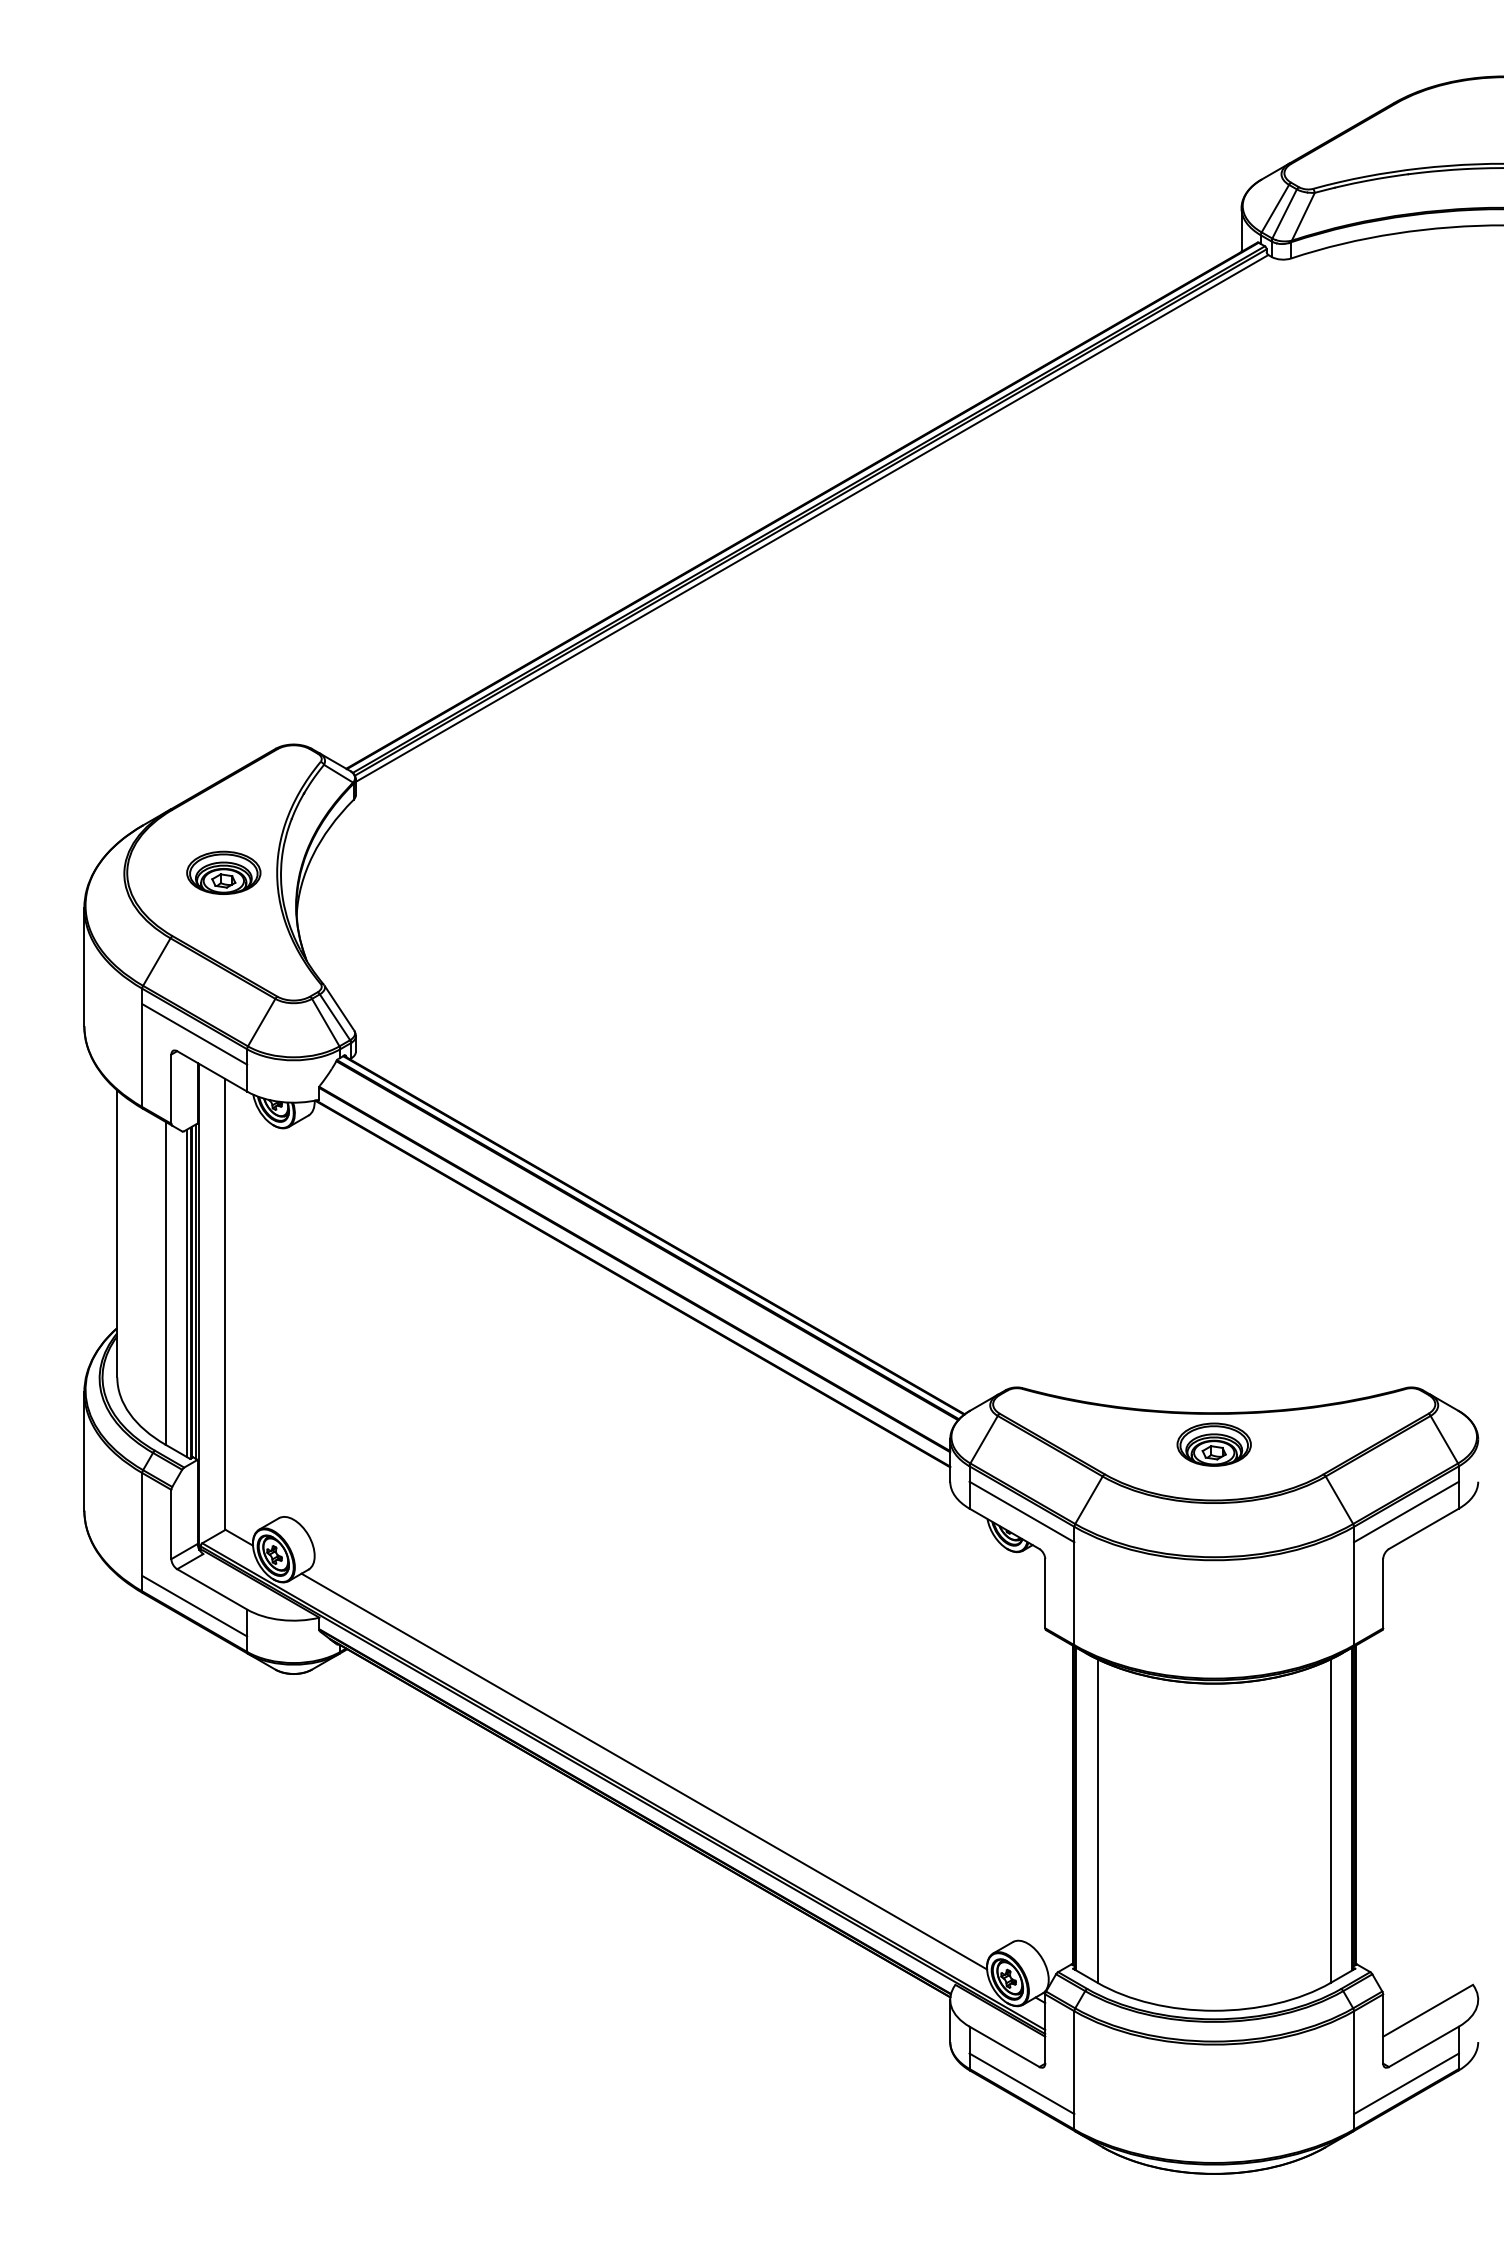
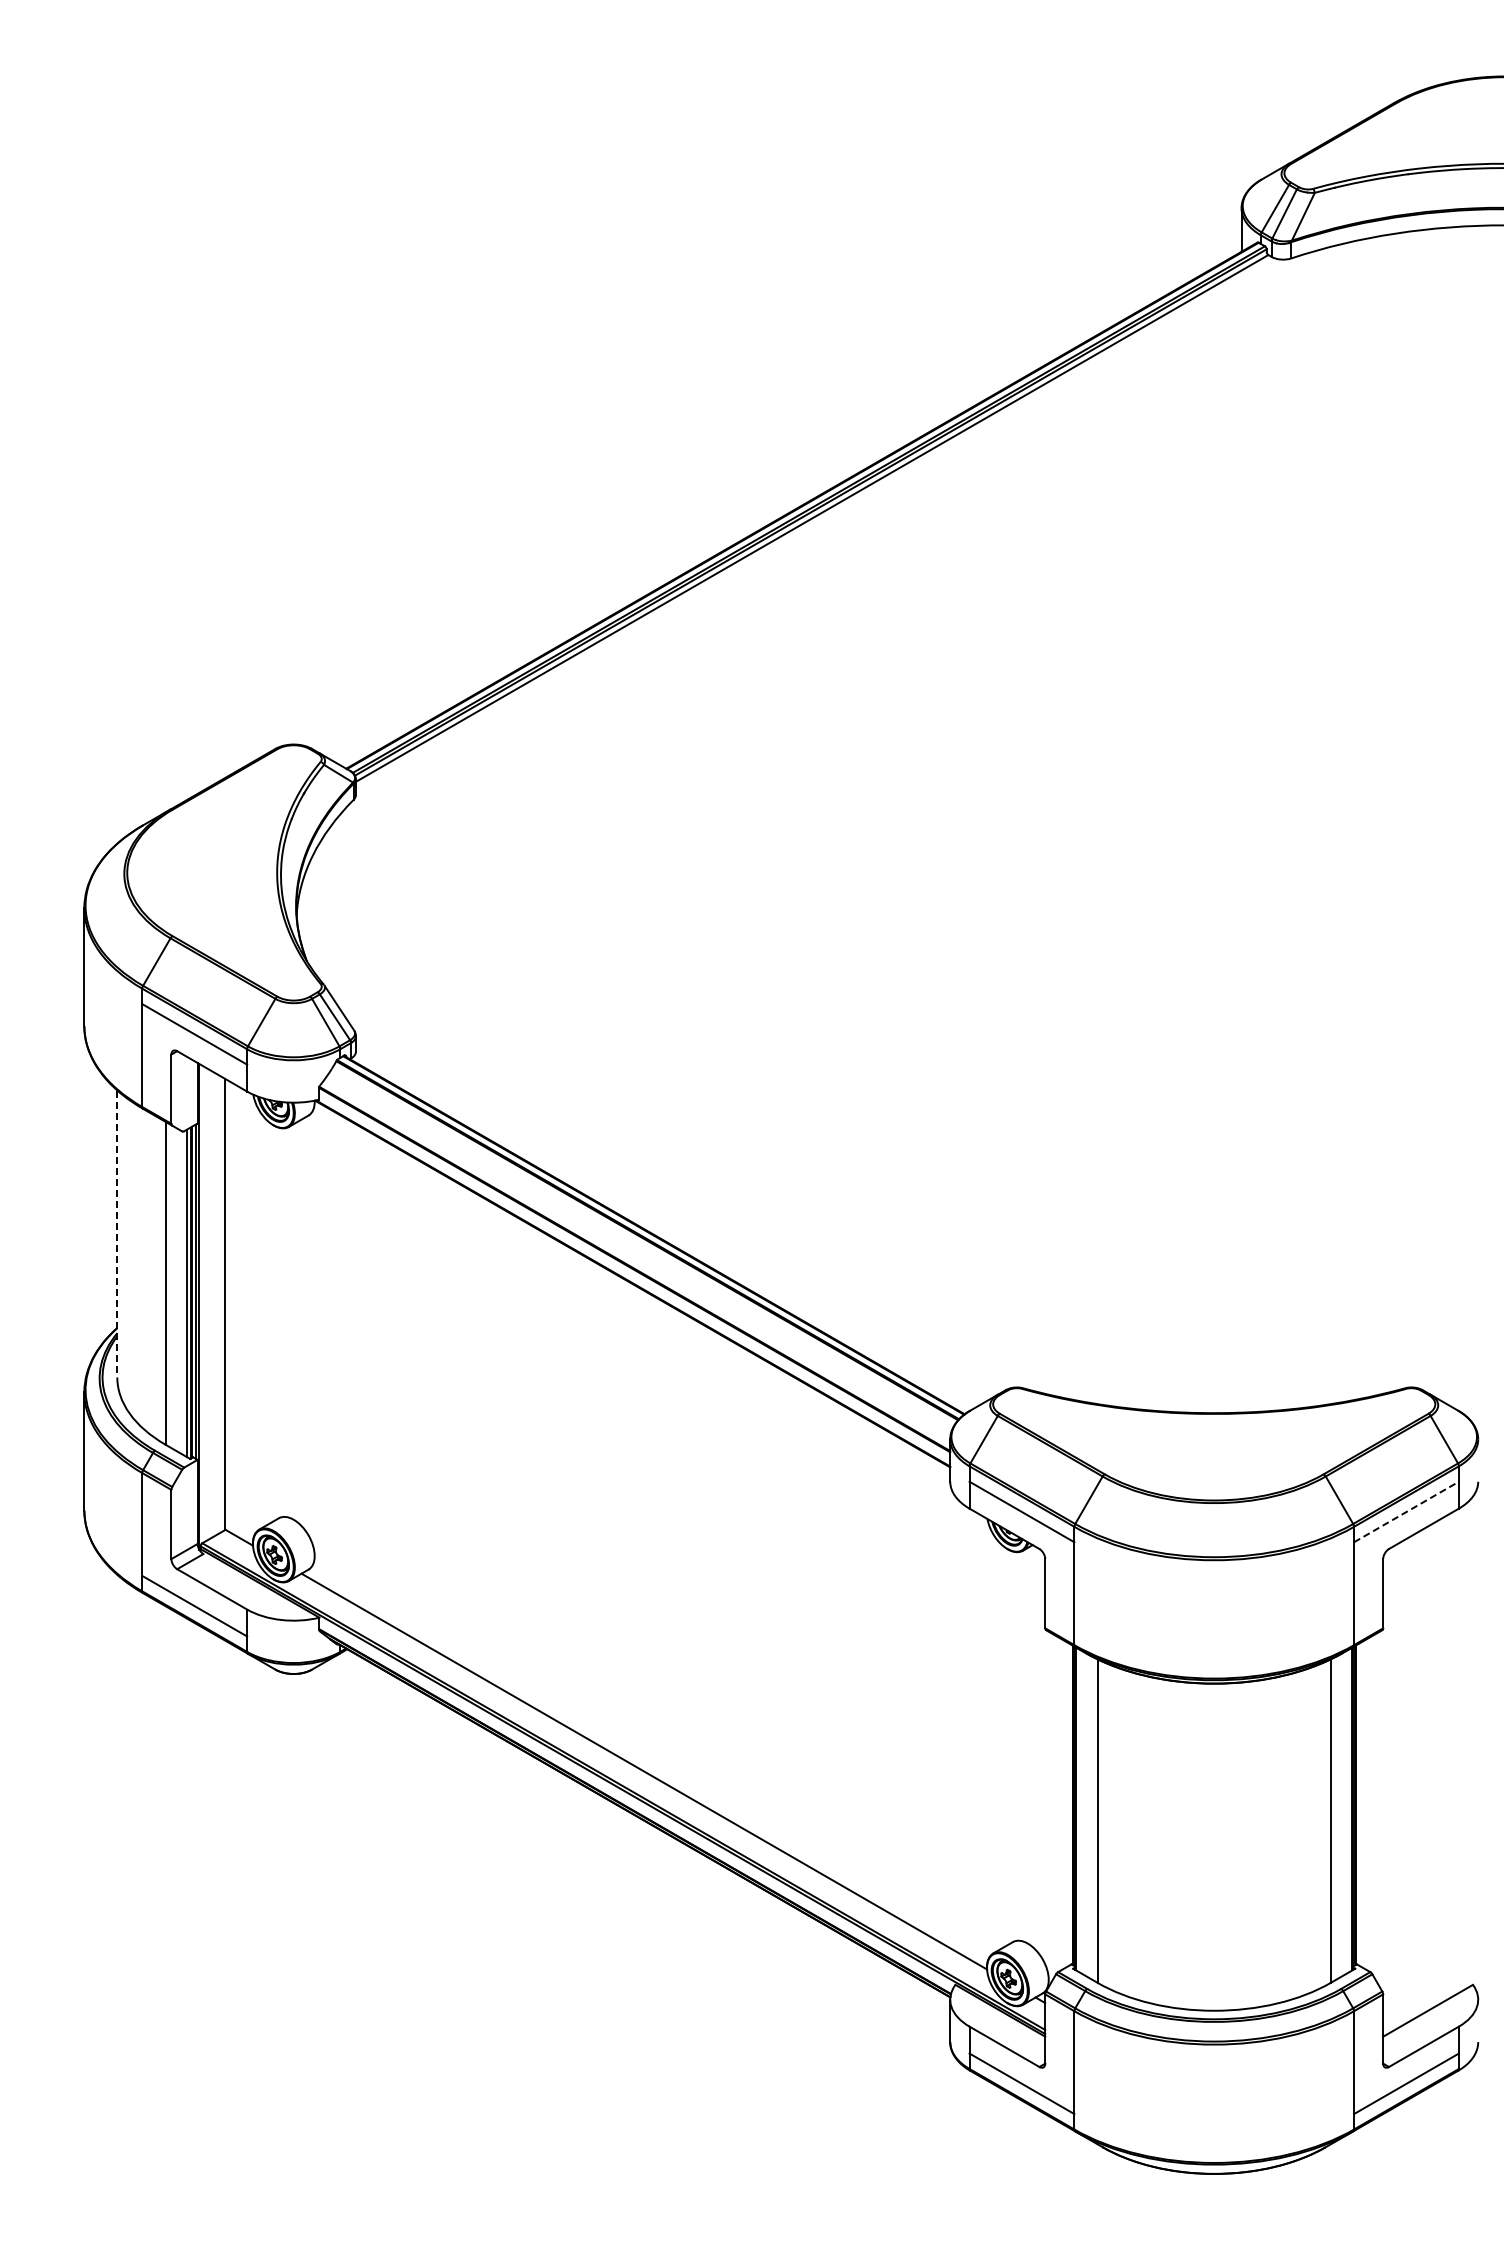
part at (223, 872): present -> none
line at (117, 1234): solid -> dashed
part at (1213, 1444): present -> none
line at (1406, 1512): solid -> dashed
